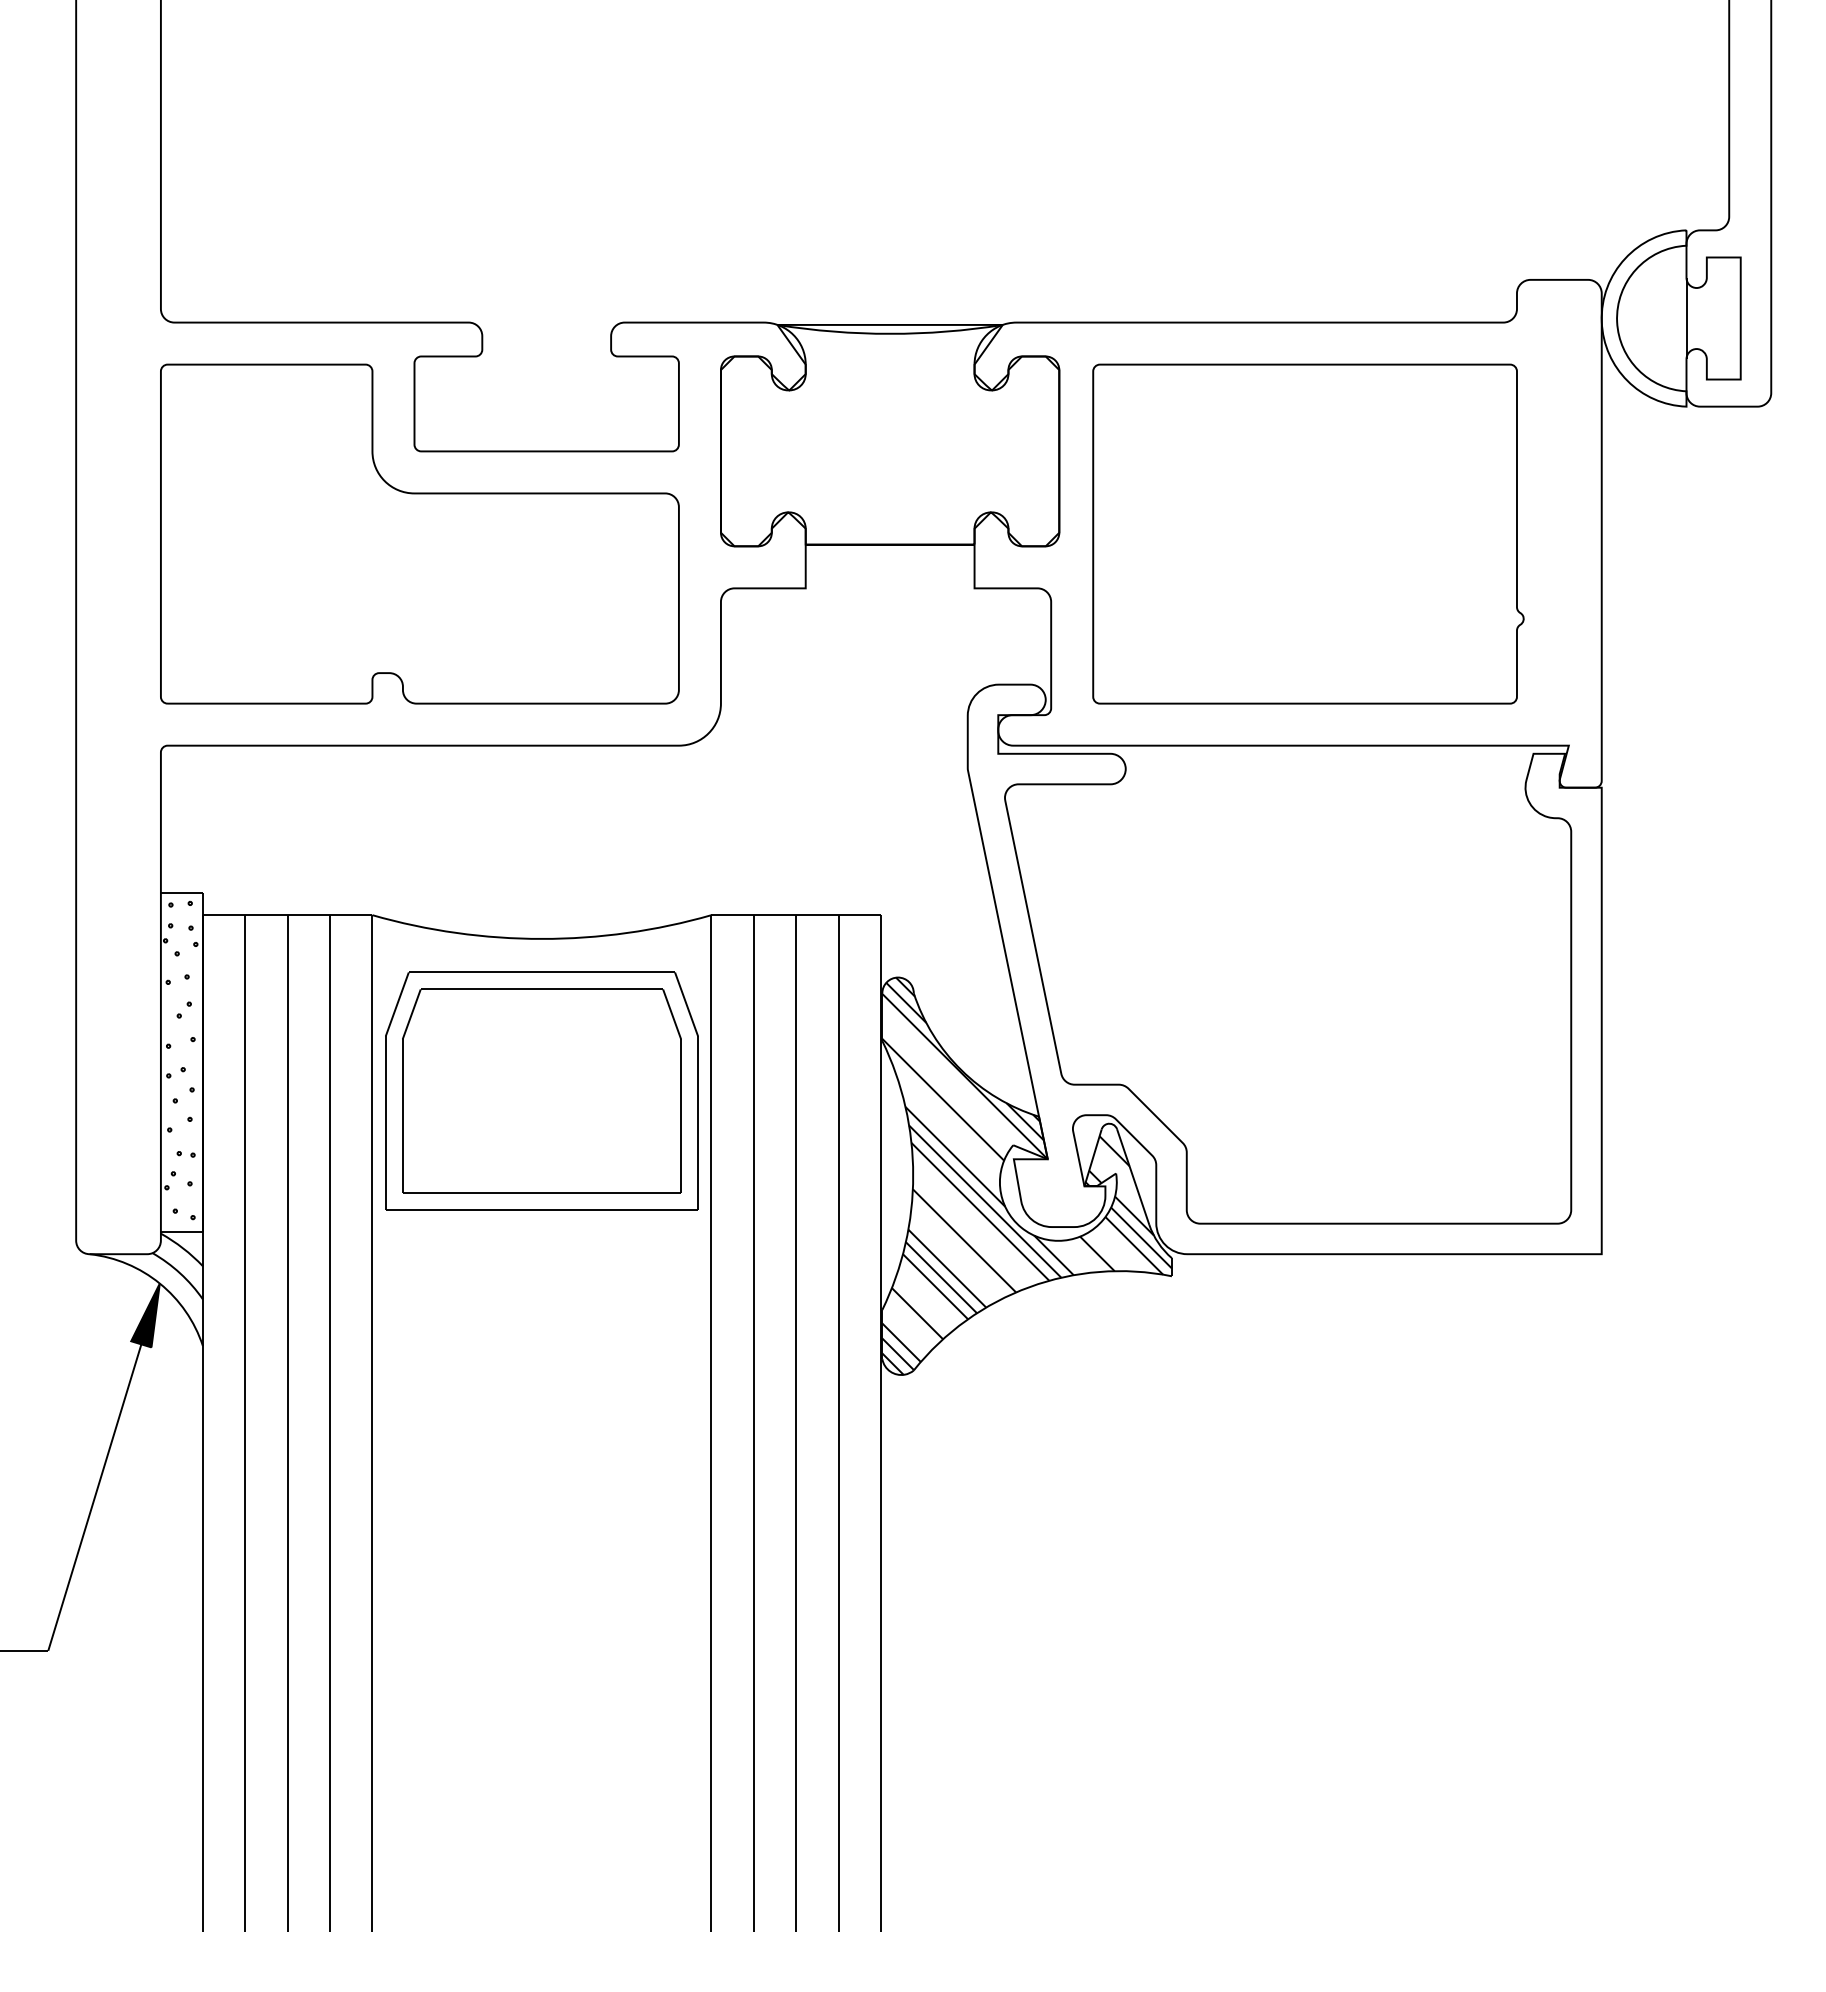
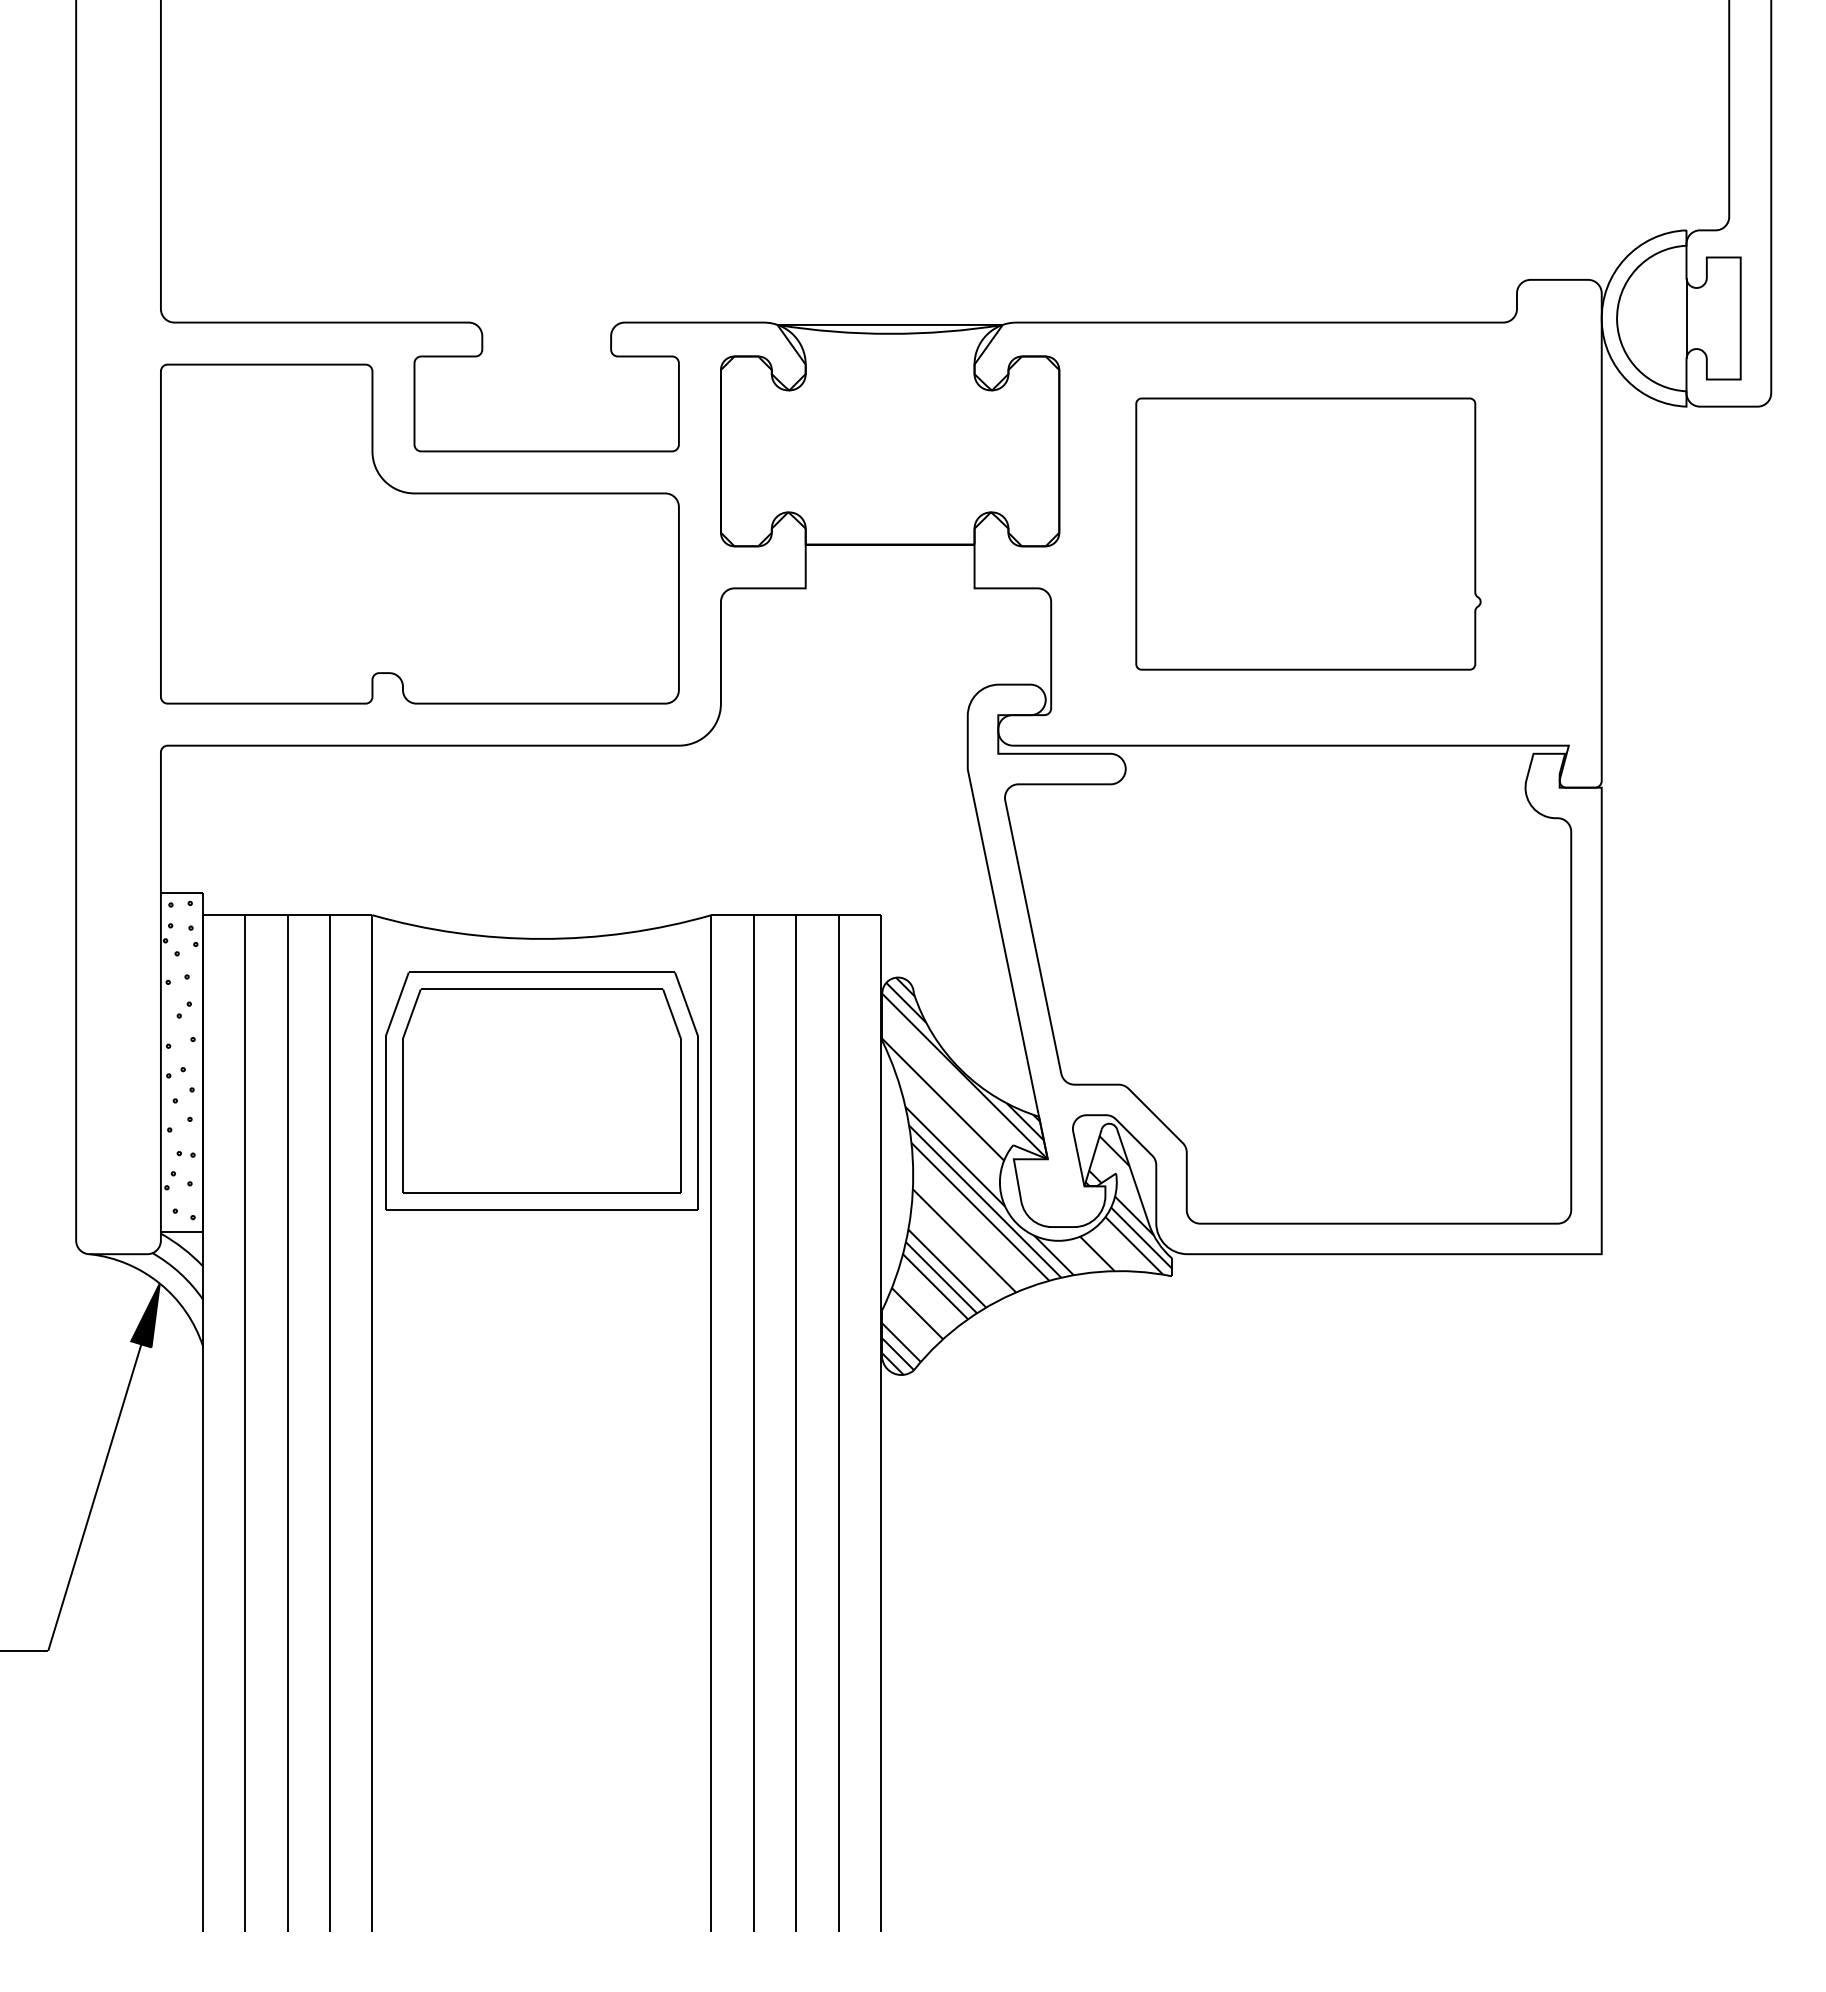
part at (1308, 533) size: 433x342 px -> 347x274 px
